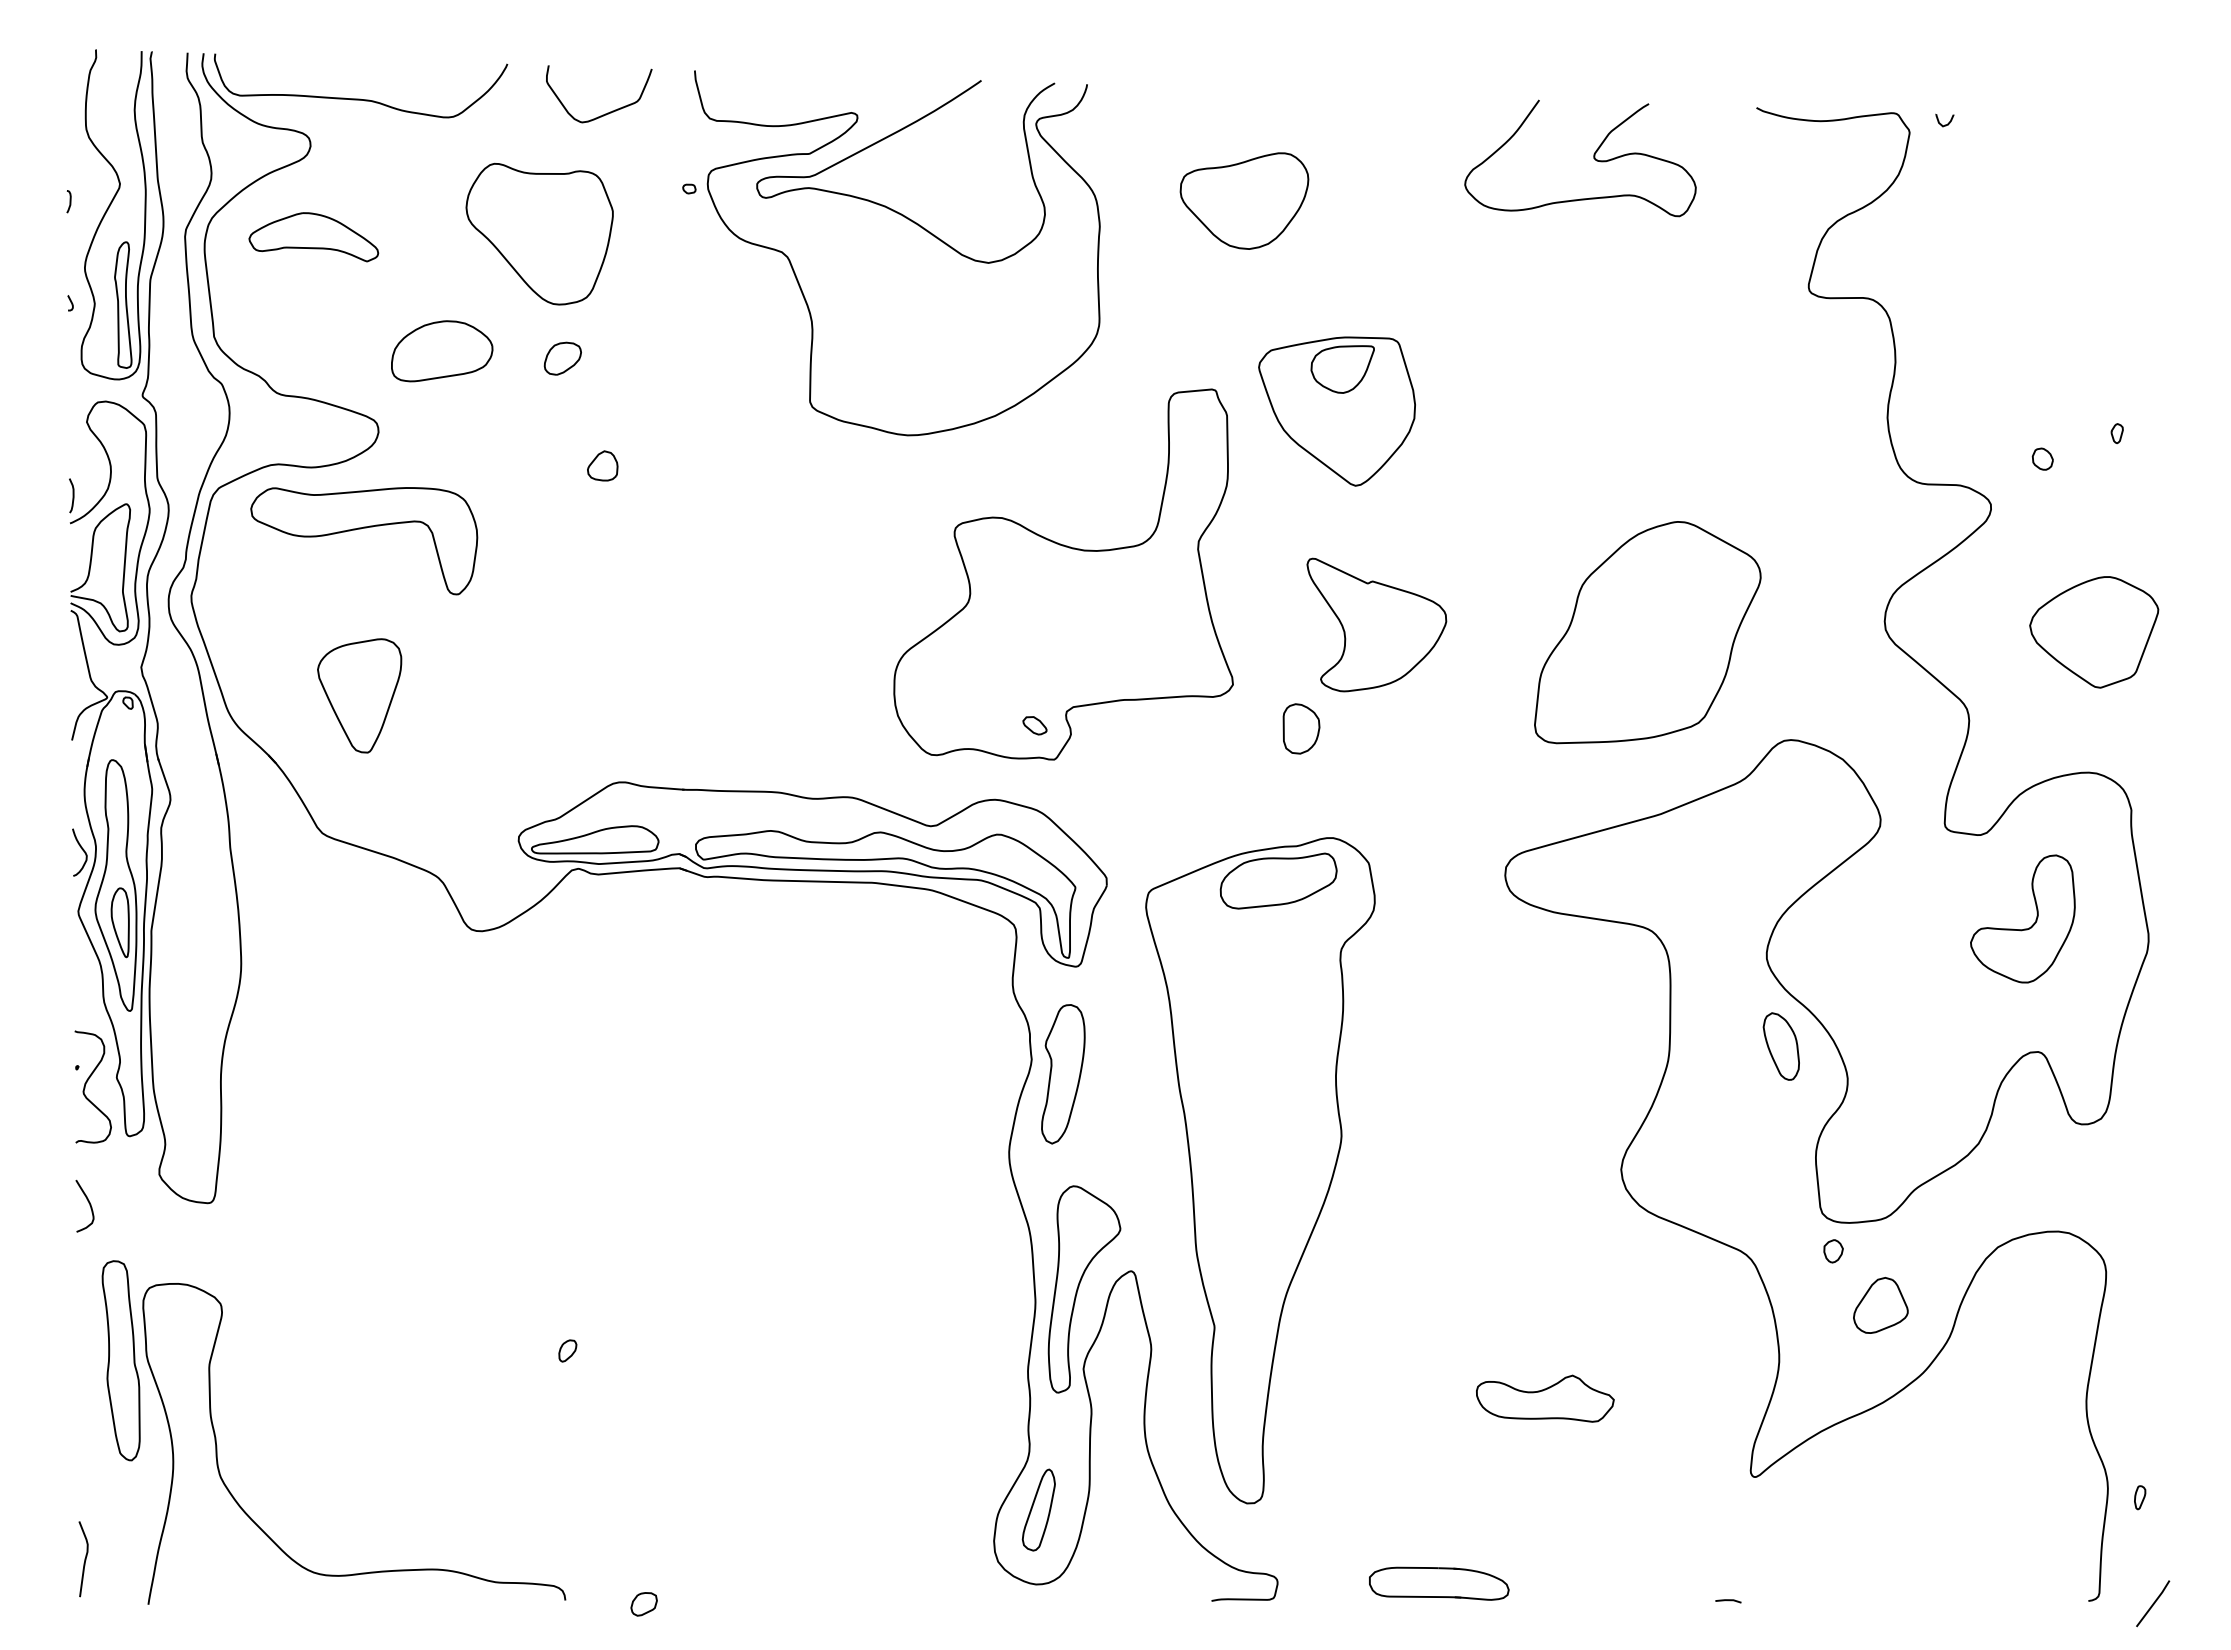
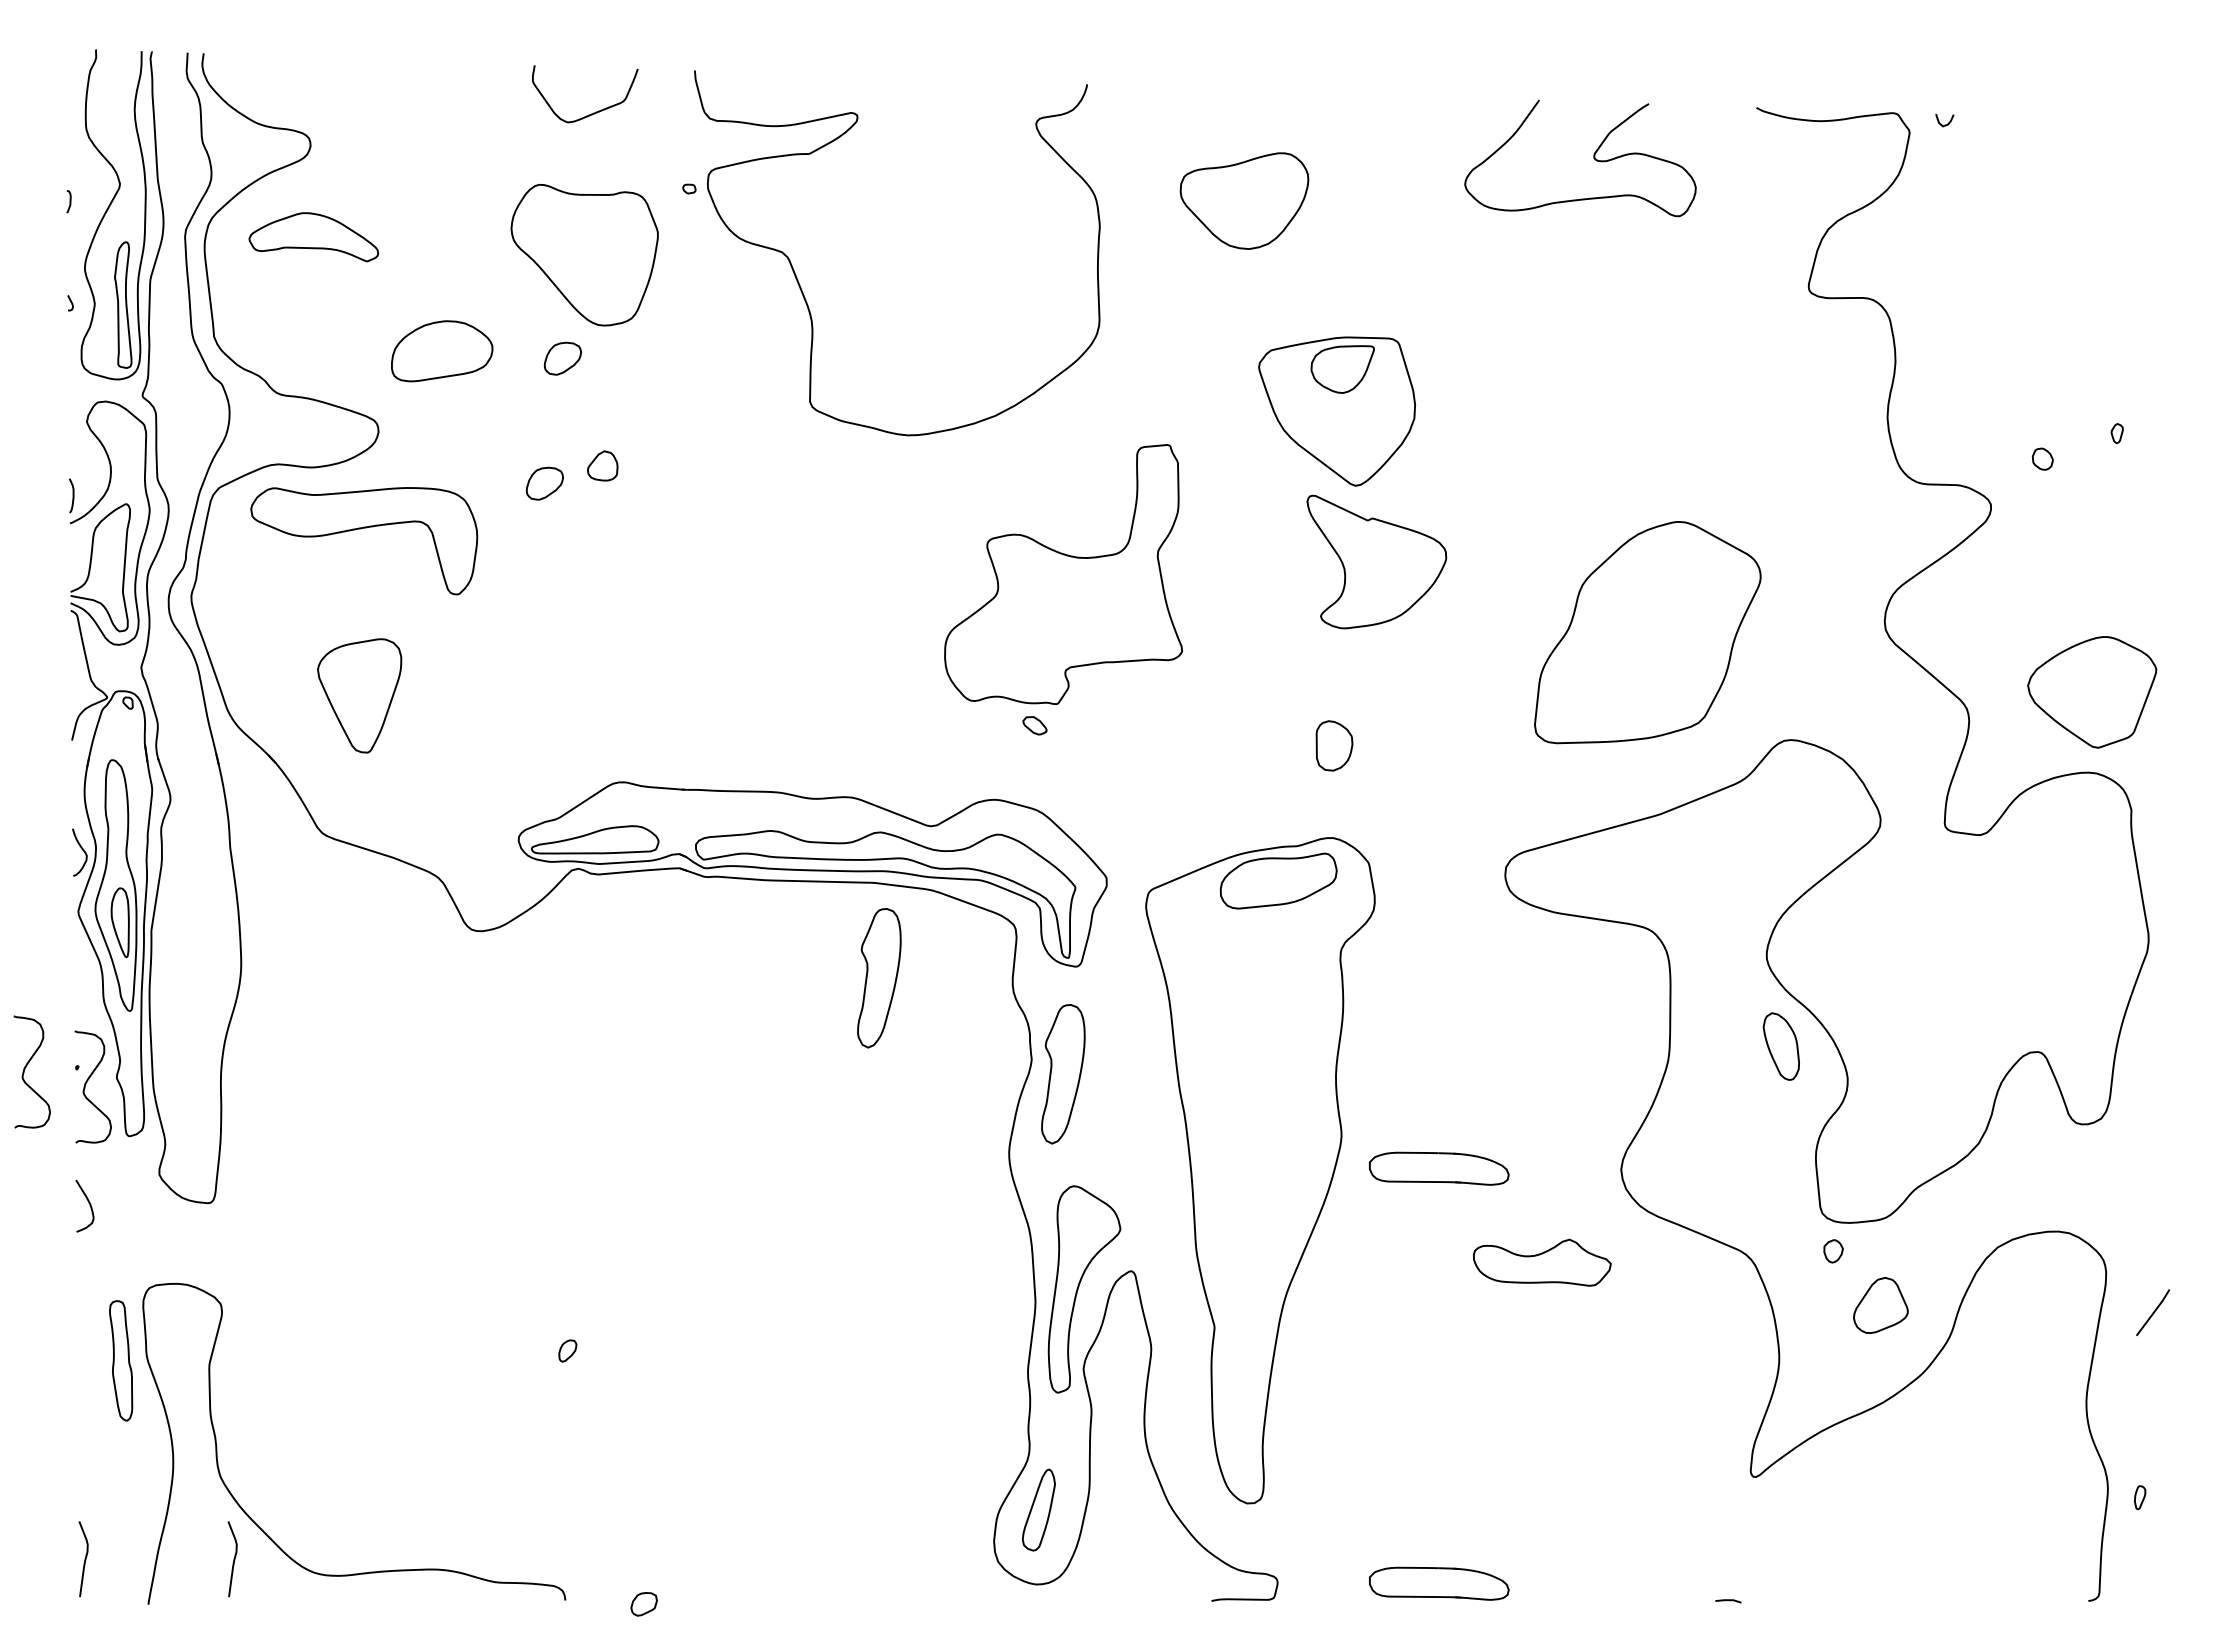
curve at (360, 98): present -> none
curve at (607, 112) position: (607, 112) -> (593, 112)
curve at (885, 139): present -> none
part at (539, 233) position: (539, 233) -> (584, 254)
part at (544, 483): none -> present
part at (1063, 574) size: 341x373 px -> 239x261 px
part at (1376, 624) position: (1376, 624) -> (1376, 561)
part at (2094, 632) position: (2094, 632) -> (2092, 692)
part at (1301, 728) position: (1301, 728) -> (1334, 745)
part at (2024, 928): present -> none
part at (879, 978): none -> present
curve at (25, 1069): none -> present
part at (1439, 1168): none -> present
part at (120, 1360) size: 40x202 px -> 25x122 px
part at (1545, 1398) position: (1545, 1398) -> (1542, 1262)
curve at (233, 1559): none -> present
line at (2153, 1603) position: (2153, 1603) -> (2153, 1312)
